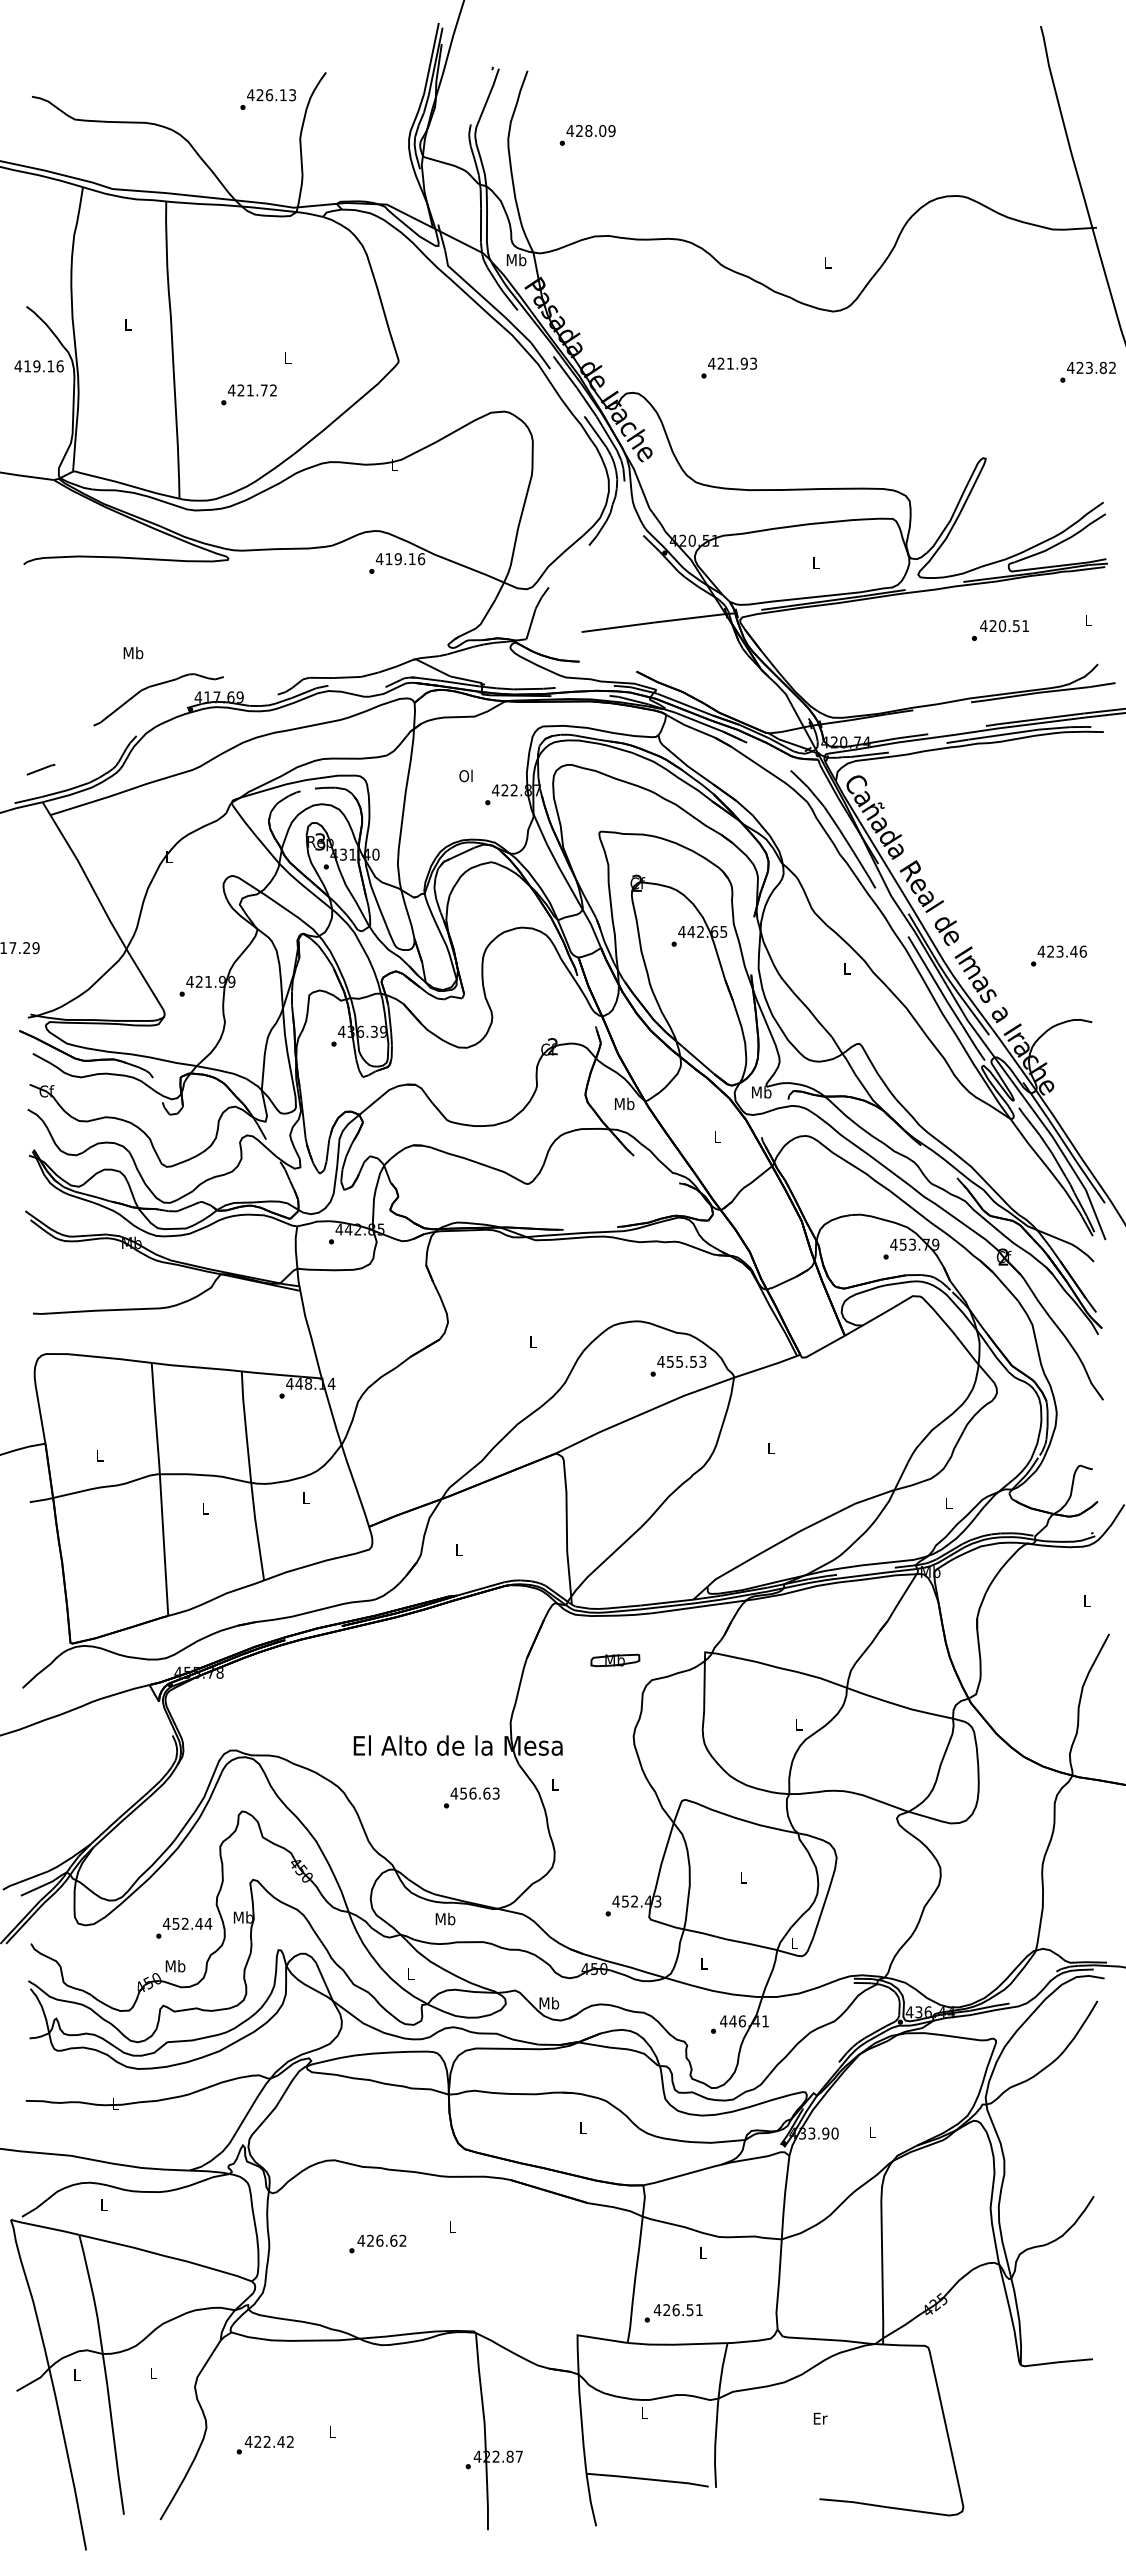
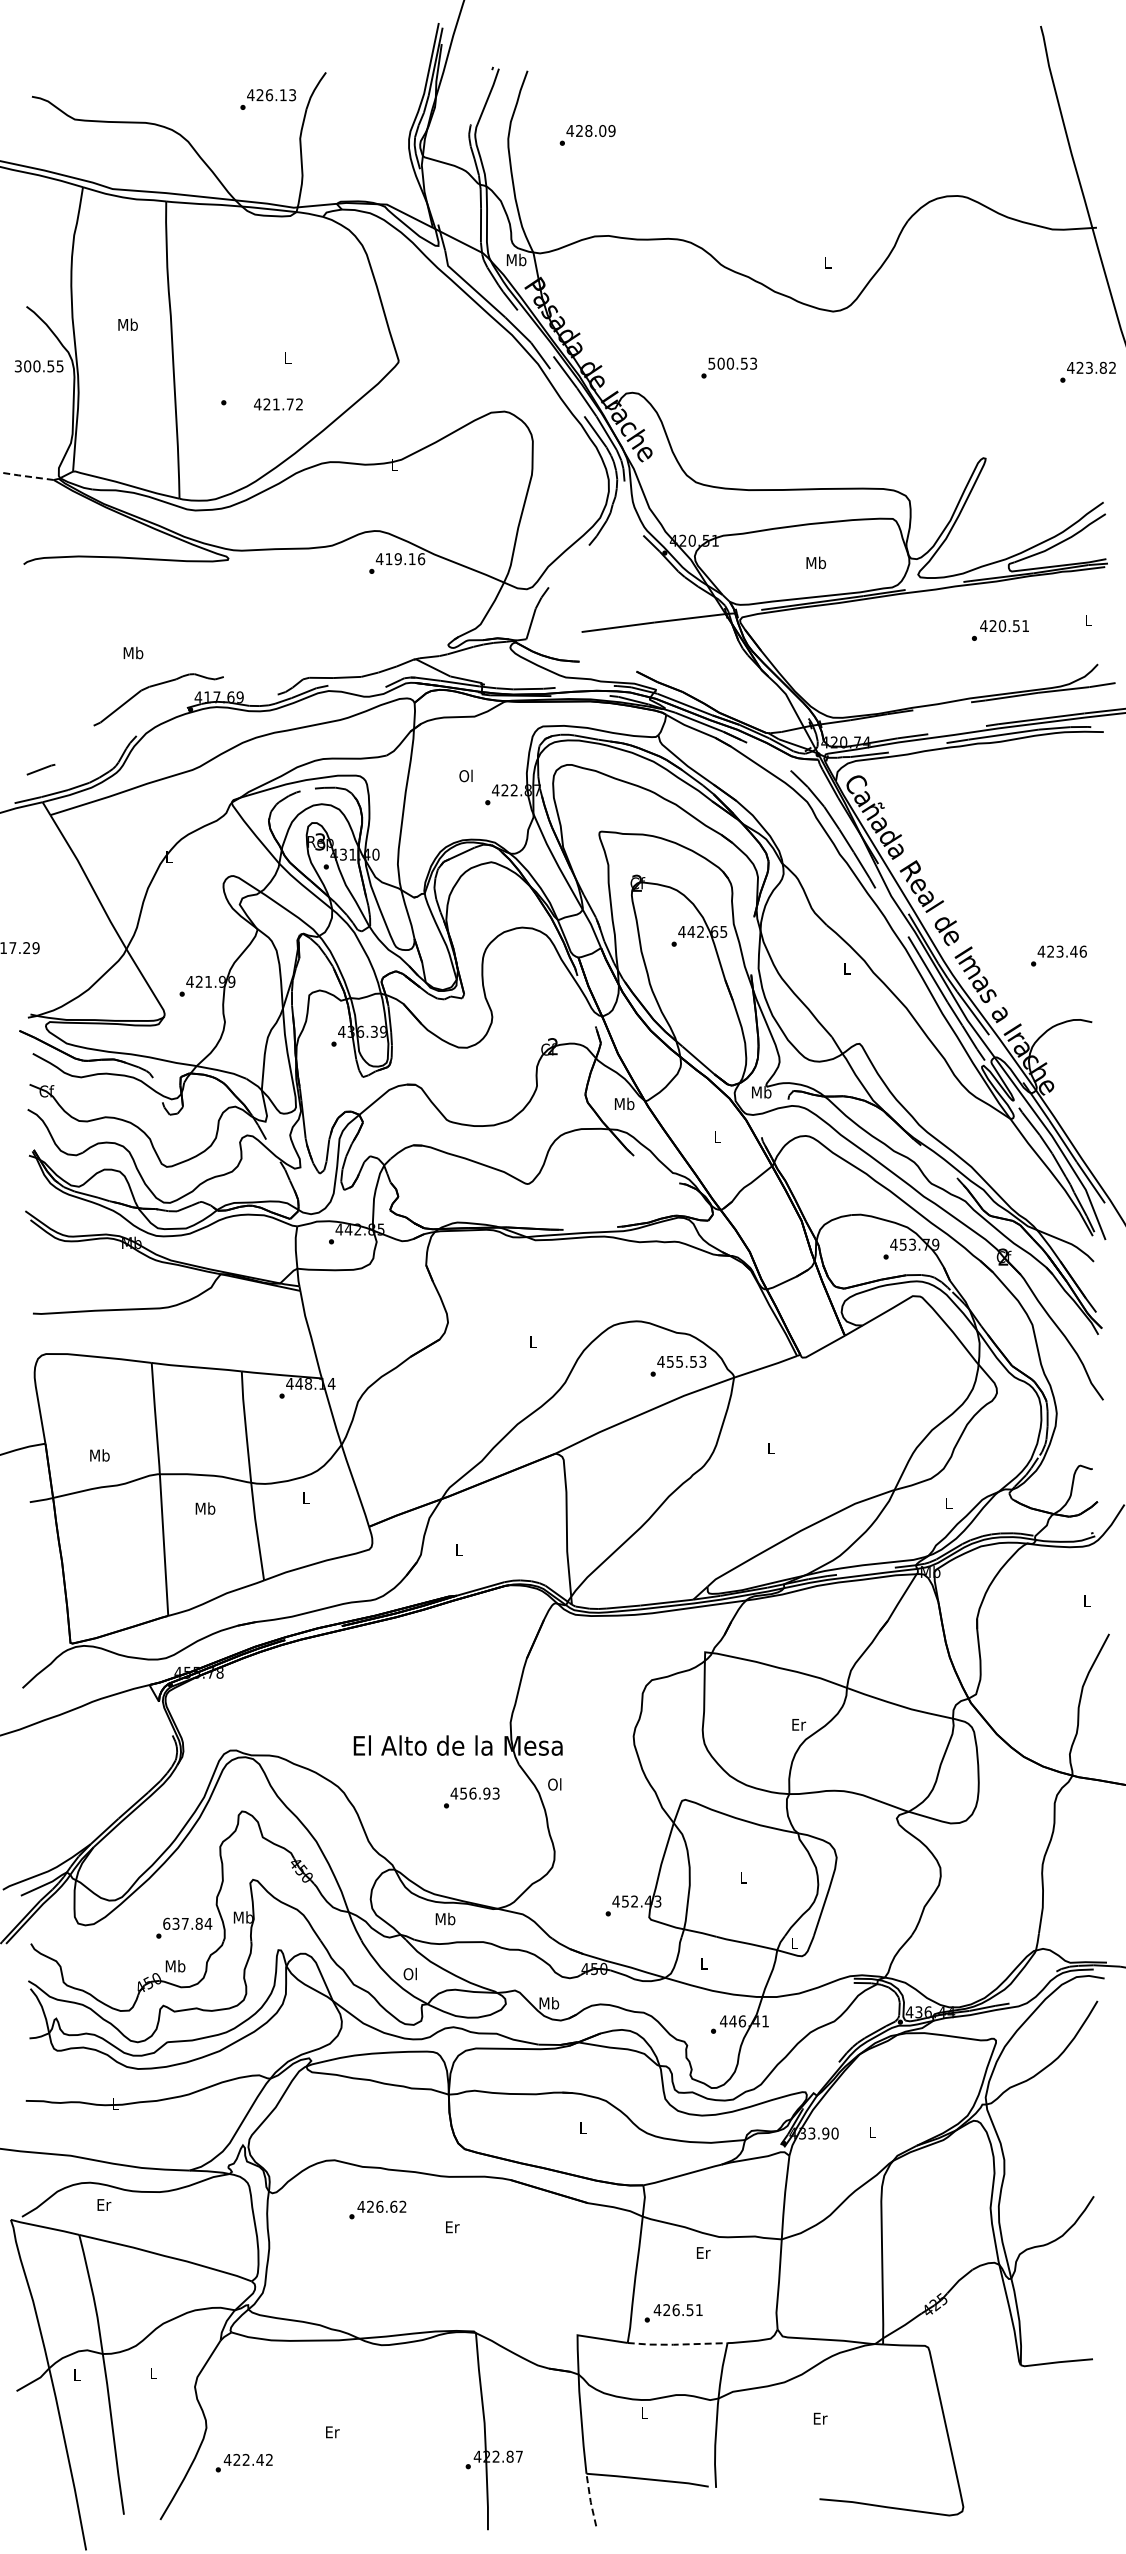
text at (127, 324): L -> Mb
text at (727, 363): 421.93 -> 500.53
text at (38, 366): 419.16 -> 300.55
text at (252, 390) position: (252, 390) -> (278, 404)
line at (26, 476): solid -> dashed
text at (816, 562): L -> Mb
text at (99, 1455): L -> Mb
text at (205, 1508): L -> Mb
part at (615, 1660): present -> none
text at (799, 1724): L -> Er
text at (554, 1784): L -> Ol
text at (486, 1793): 456.63 -> 456.93
text at (182, 1923): 452.44 -> 637.84
text at (409, 1973): L -> Ol
text at (104, 2204): L -> Er
text at (452, 2227): L -> Er
text at (377, 2243) position: (377, 2243) -> (377, 2209)
text at (703, 2252): L -> Er
line at (676, 2344): solid -> dashed
text at (332, 2432): L -> Er
text at (264, 2444) position: (264, 2444) -> (243, 2462)
line at (590, 2500): solid -> dashed
